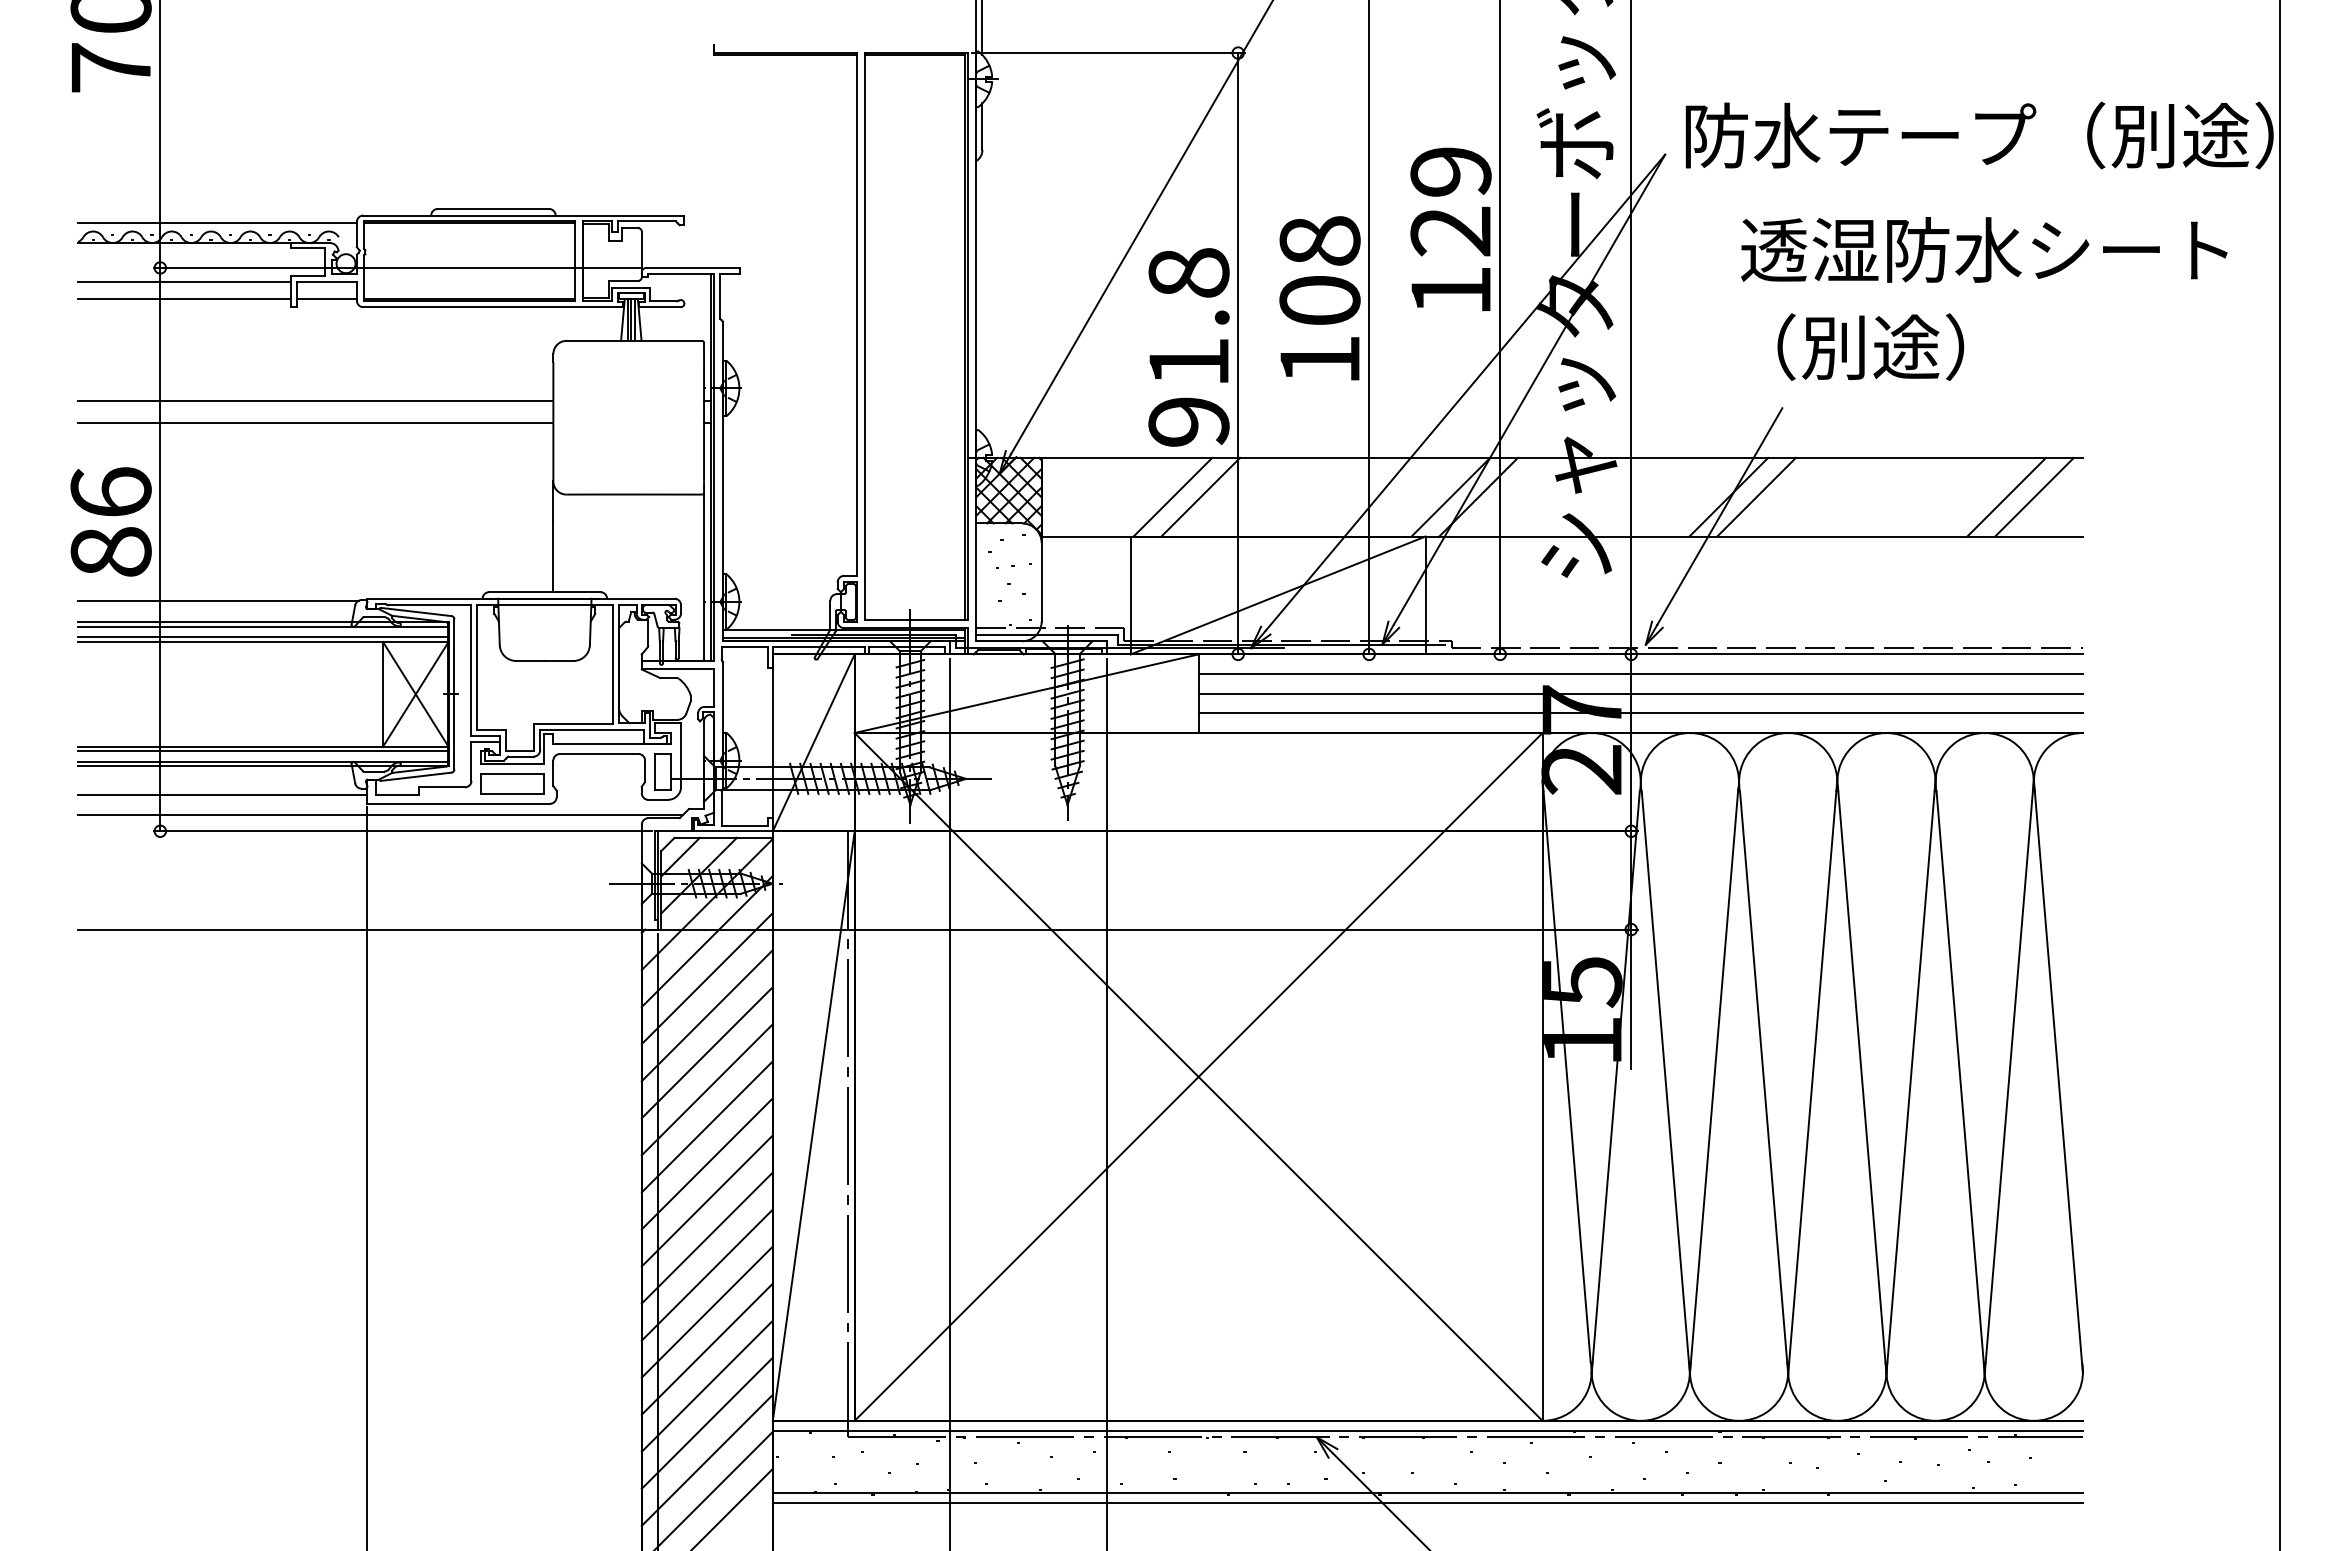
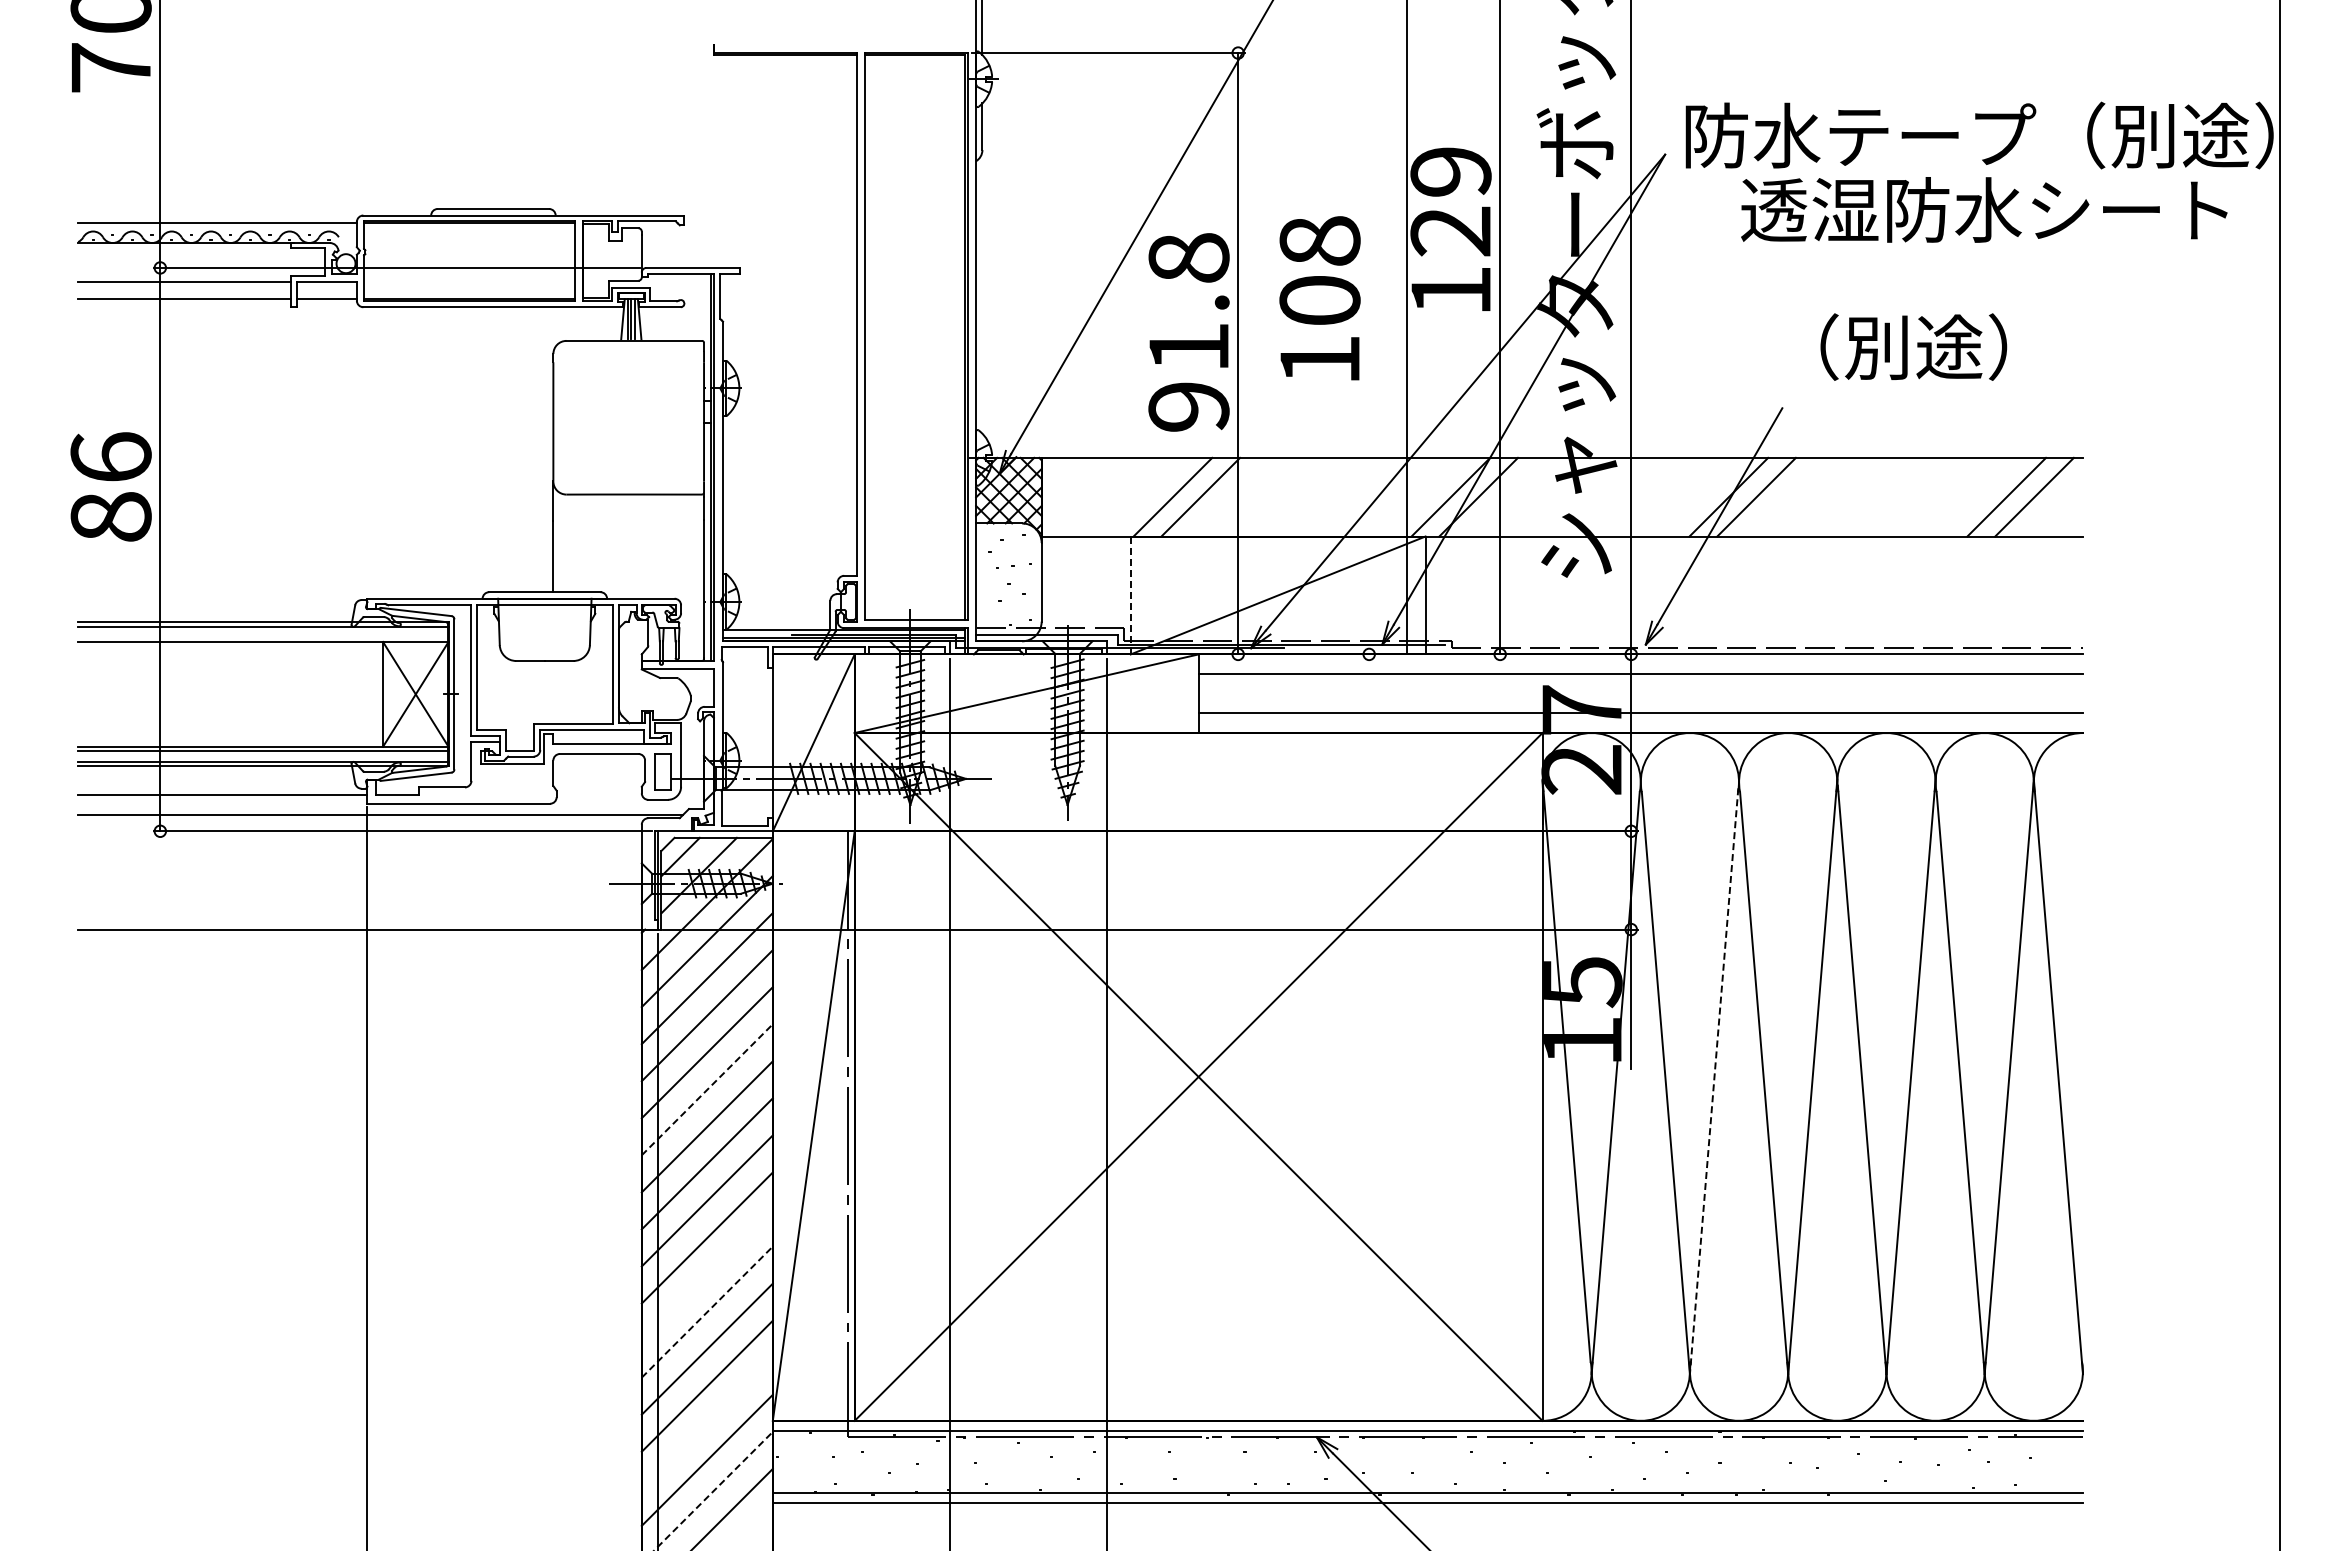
text at (1984, 249) position: (1984, 249) -> (1984, 209)
line at (1369, 328) position: (1369, 328) -> (1407, 328)
text at (1870, 346) position: (1870, 346) -> (1913, 346)
text at (1188, 347) position: (1188, 347) -> (1188, 332)
line at (315, 400): present -> none
line at (315, 423): present -> none
text at (110, 521) position: (110, 521) -> (110, 486)
line at (1130, 595): solid -> dashed
line at (218, 600): present -> none
line at (263, 637): present -> none
line at (1640, 693): present -> none
part at (512, 783): present -> none
line at (1714, 1081): solid -> dashed
line at (707, 1089): solid -> dashed
line at (706, 1274): present -> none
line at (707, 1312): solid -> dashed
line at (706, 1422): present -> none
line at (713, 1491): solid -> dashed
